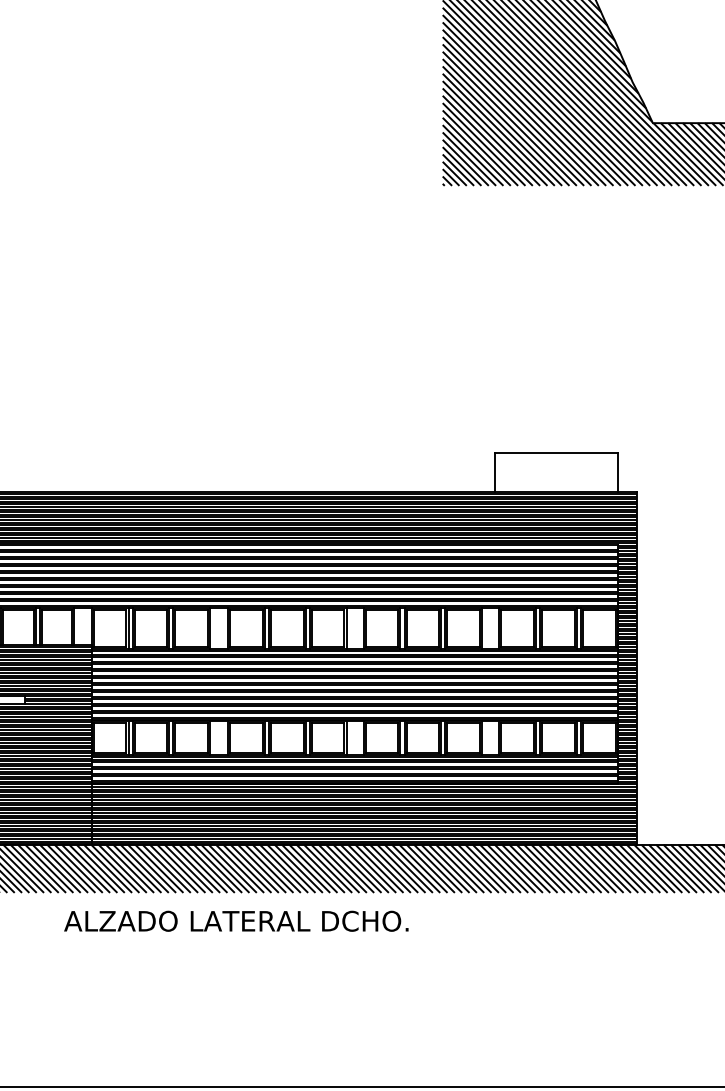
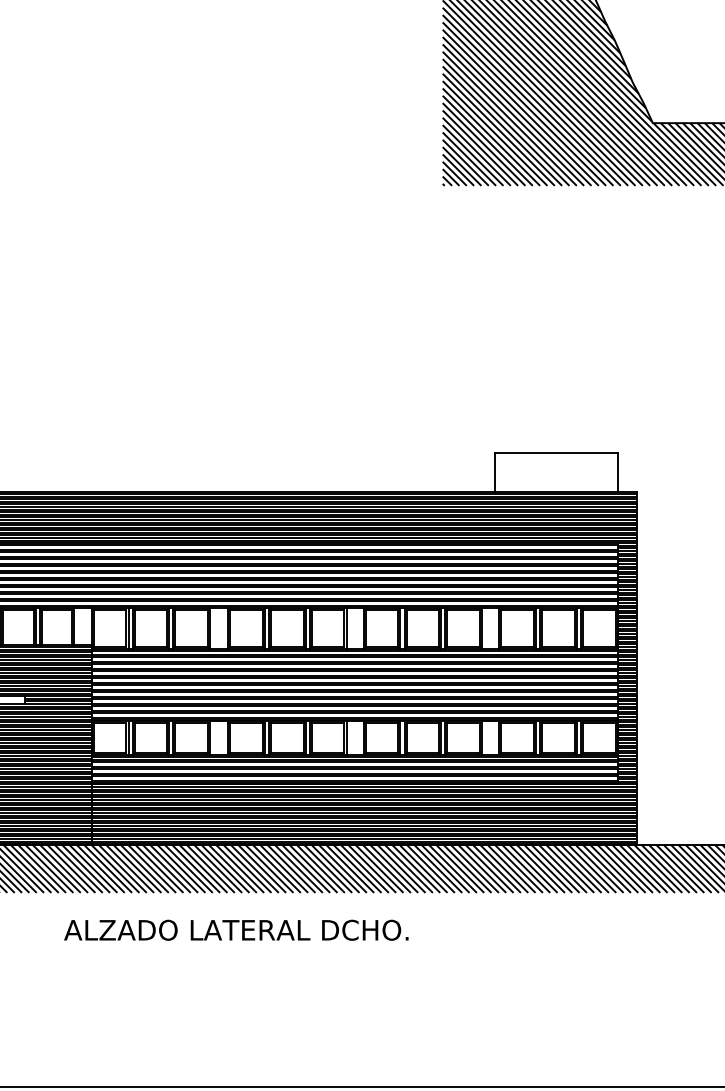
text at (236, 920) position: (236, 920) -> (236, 929)
